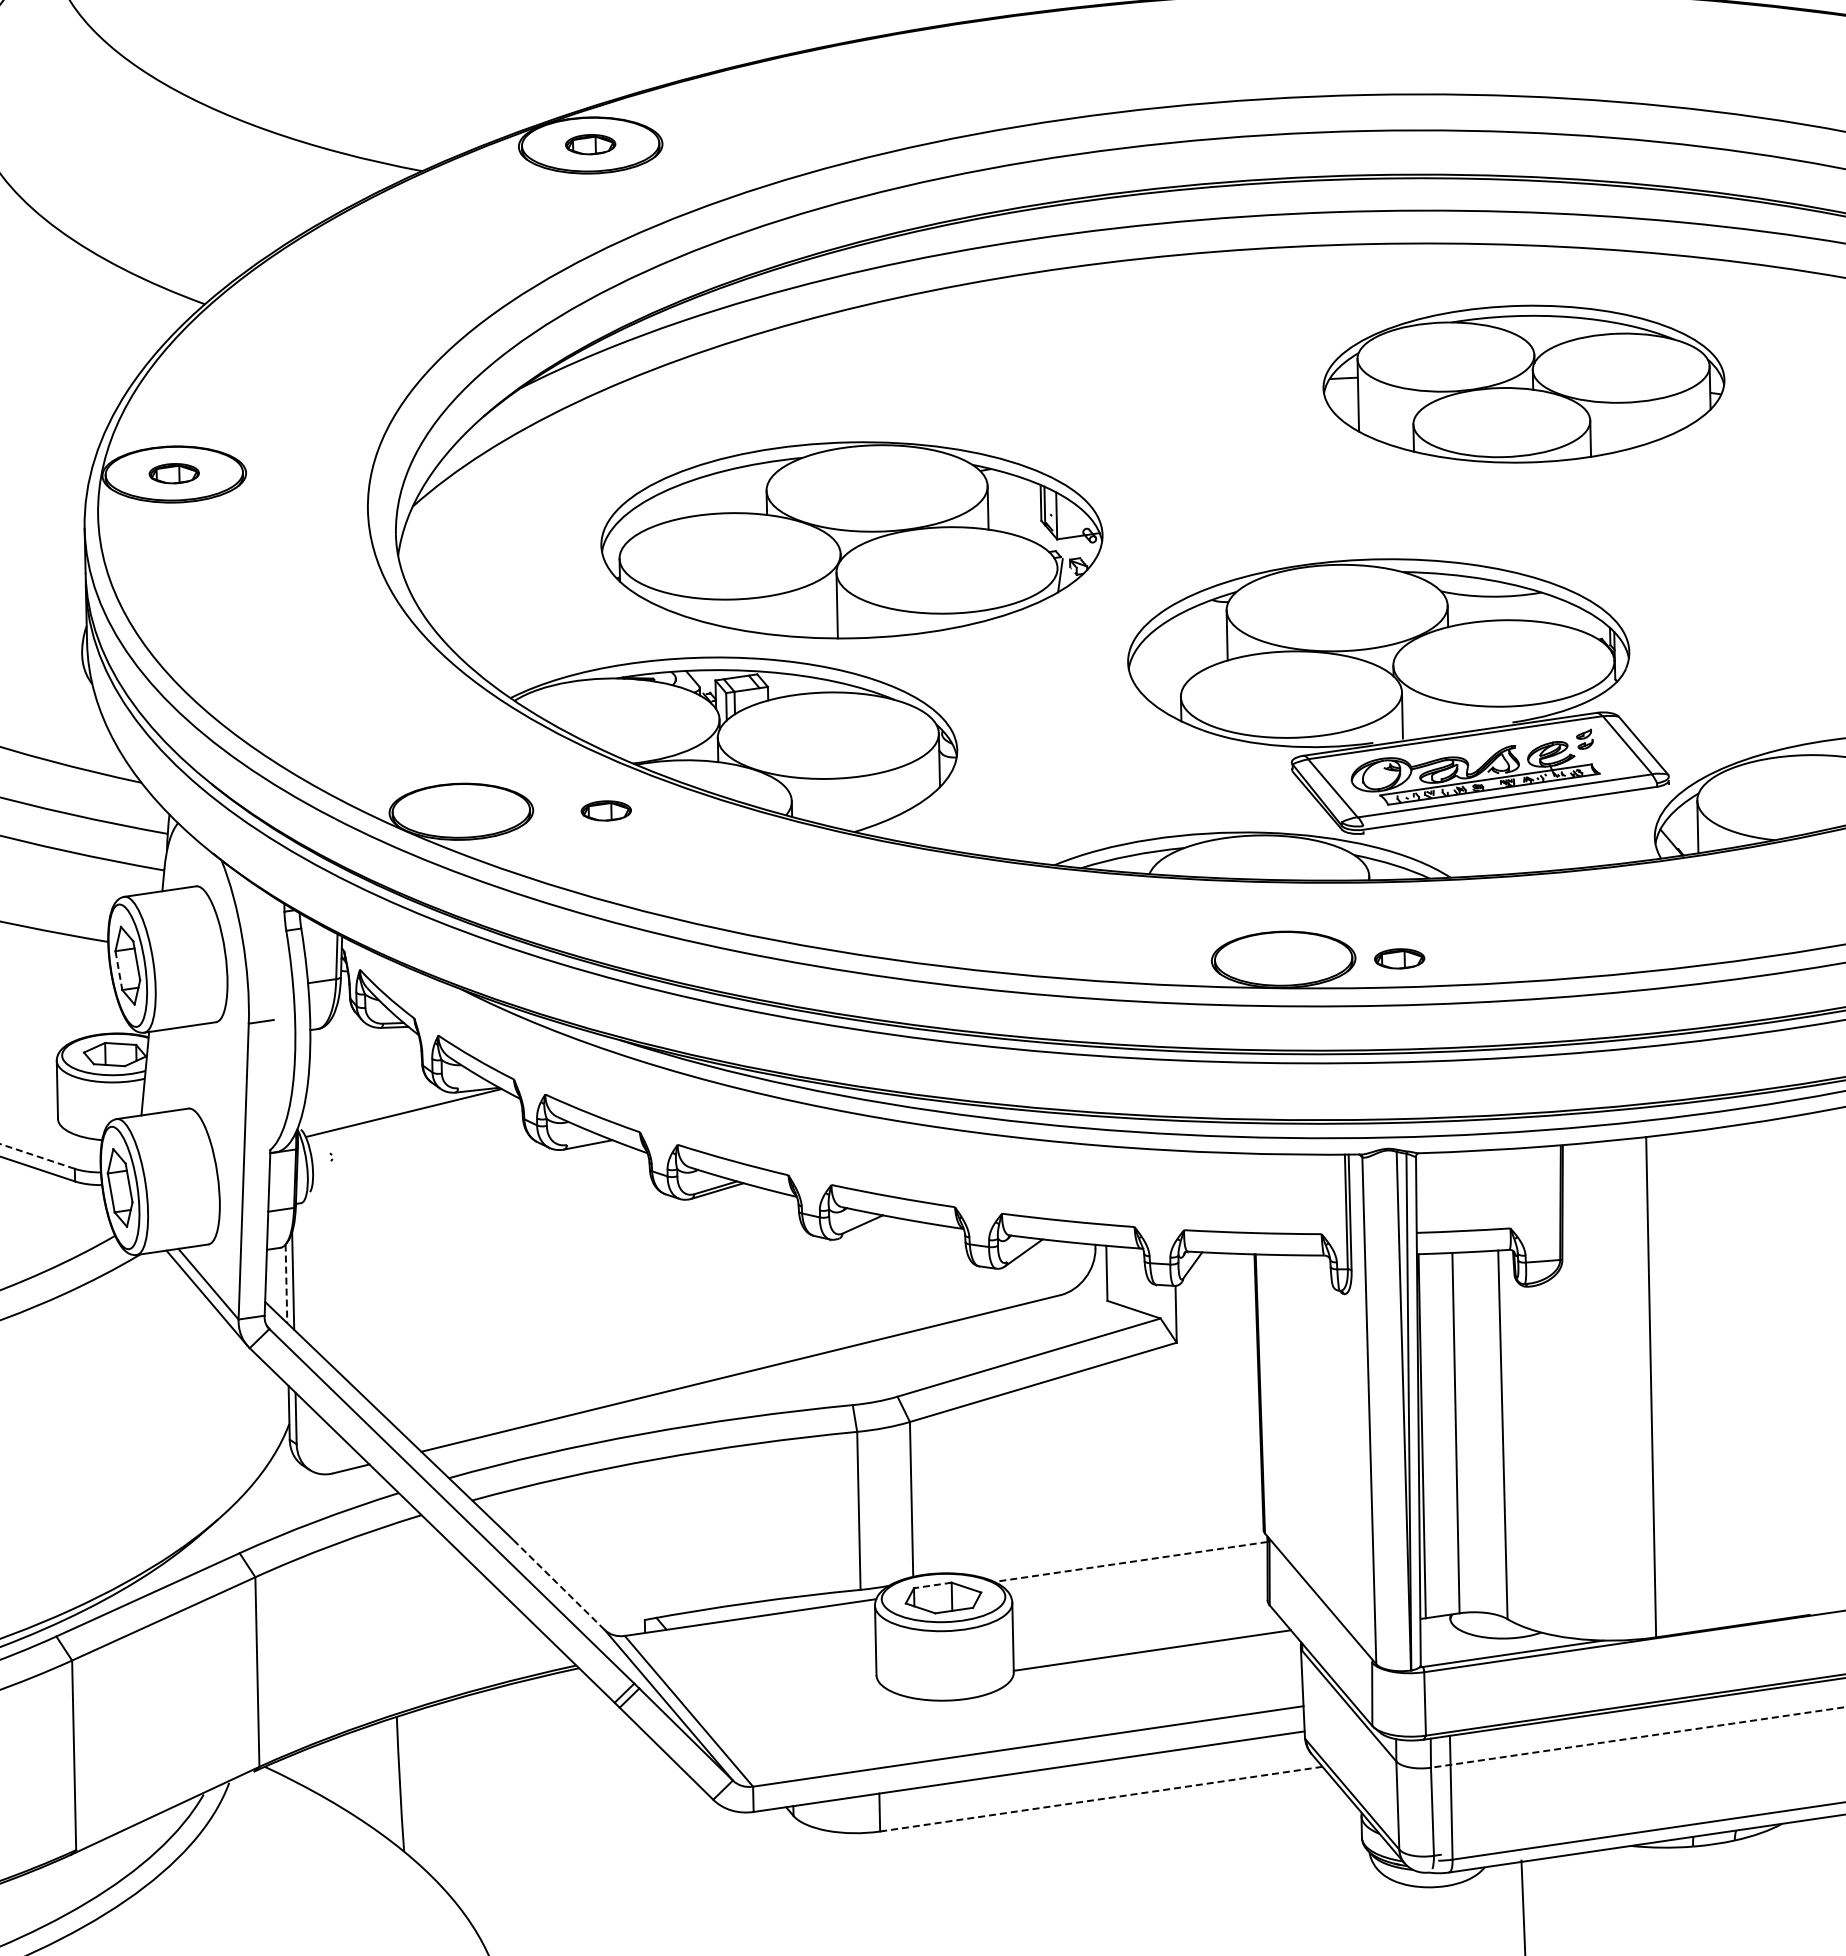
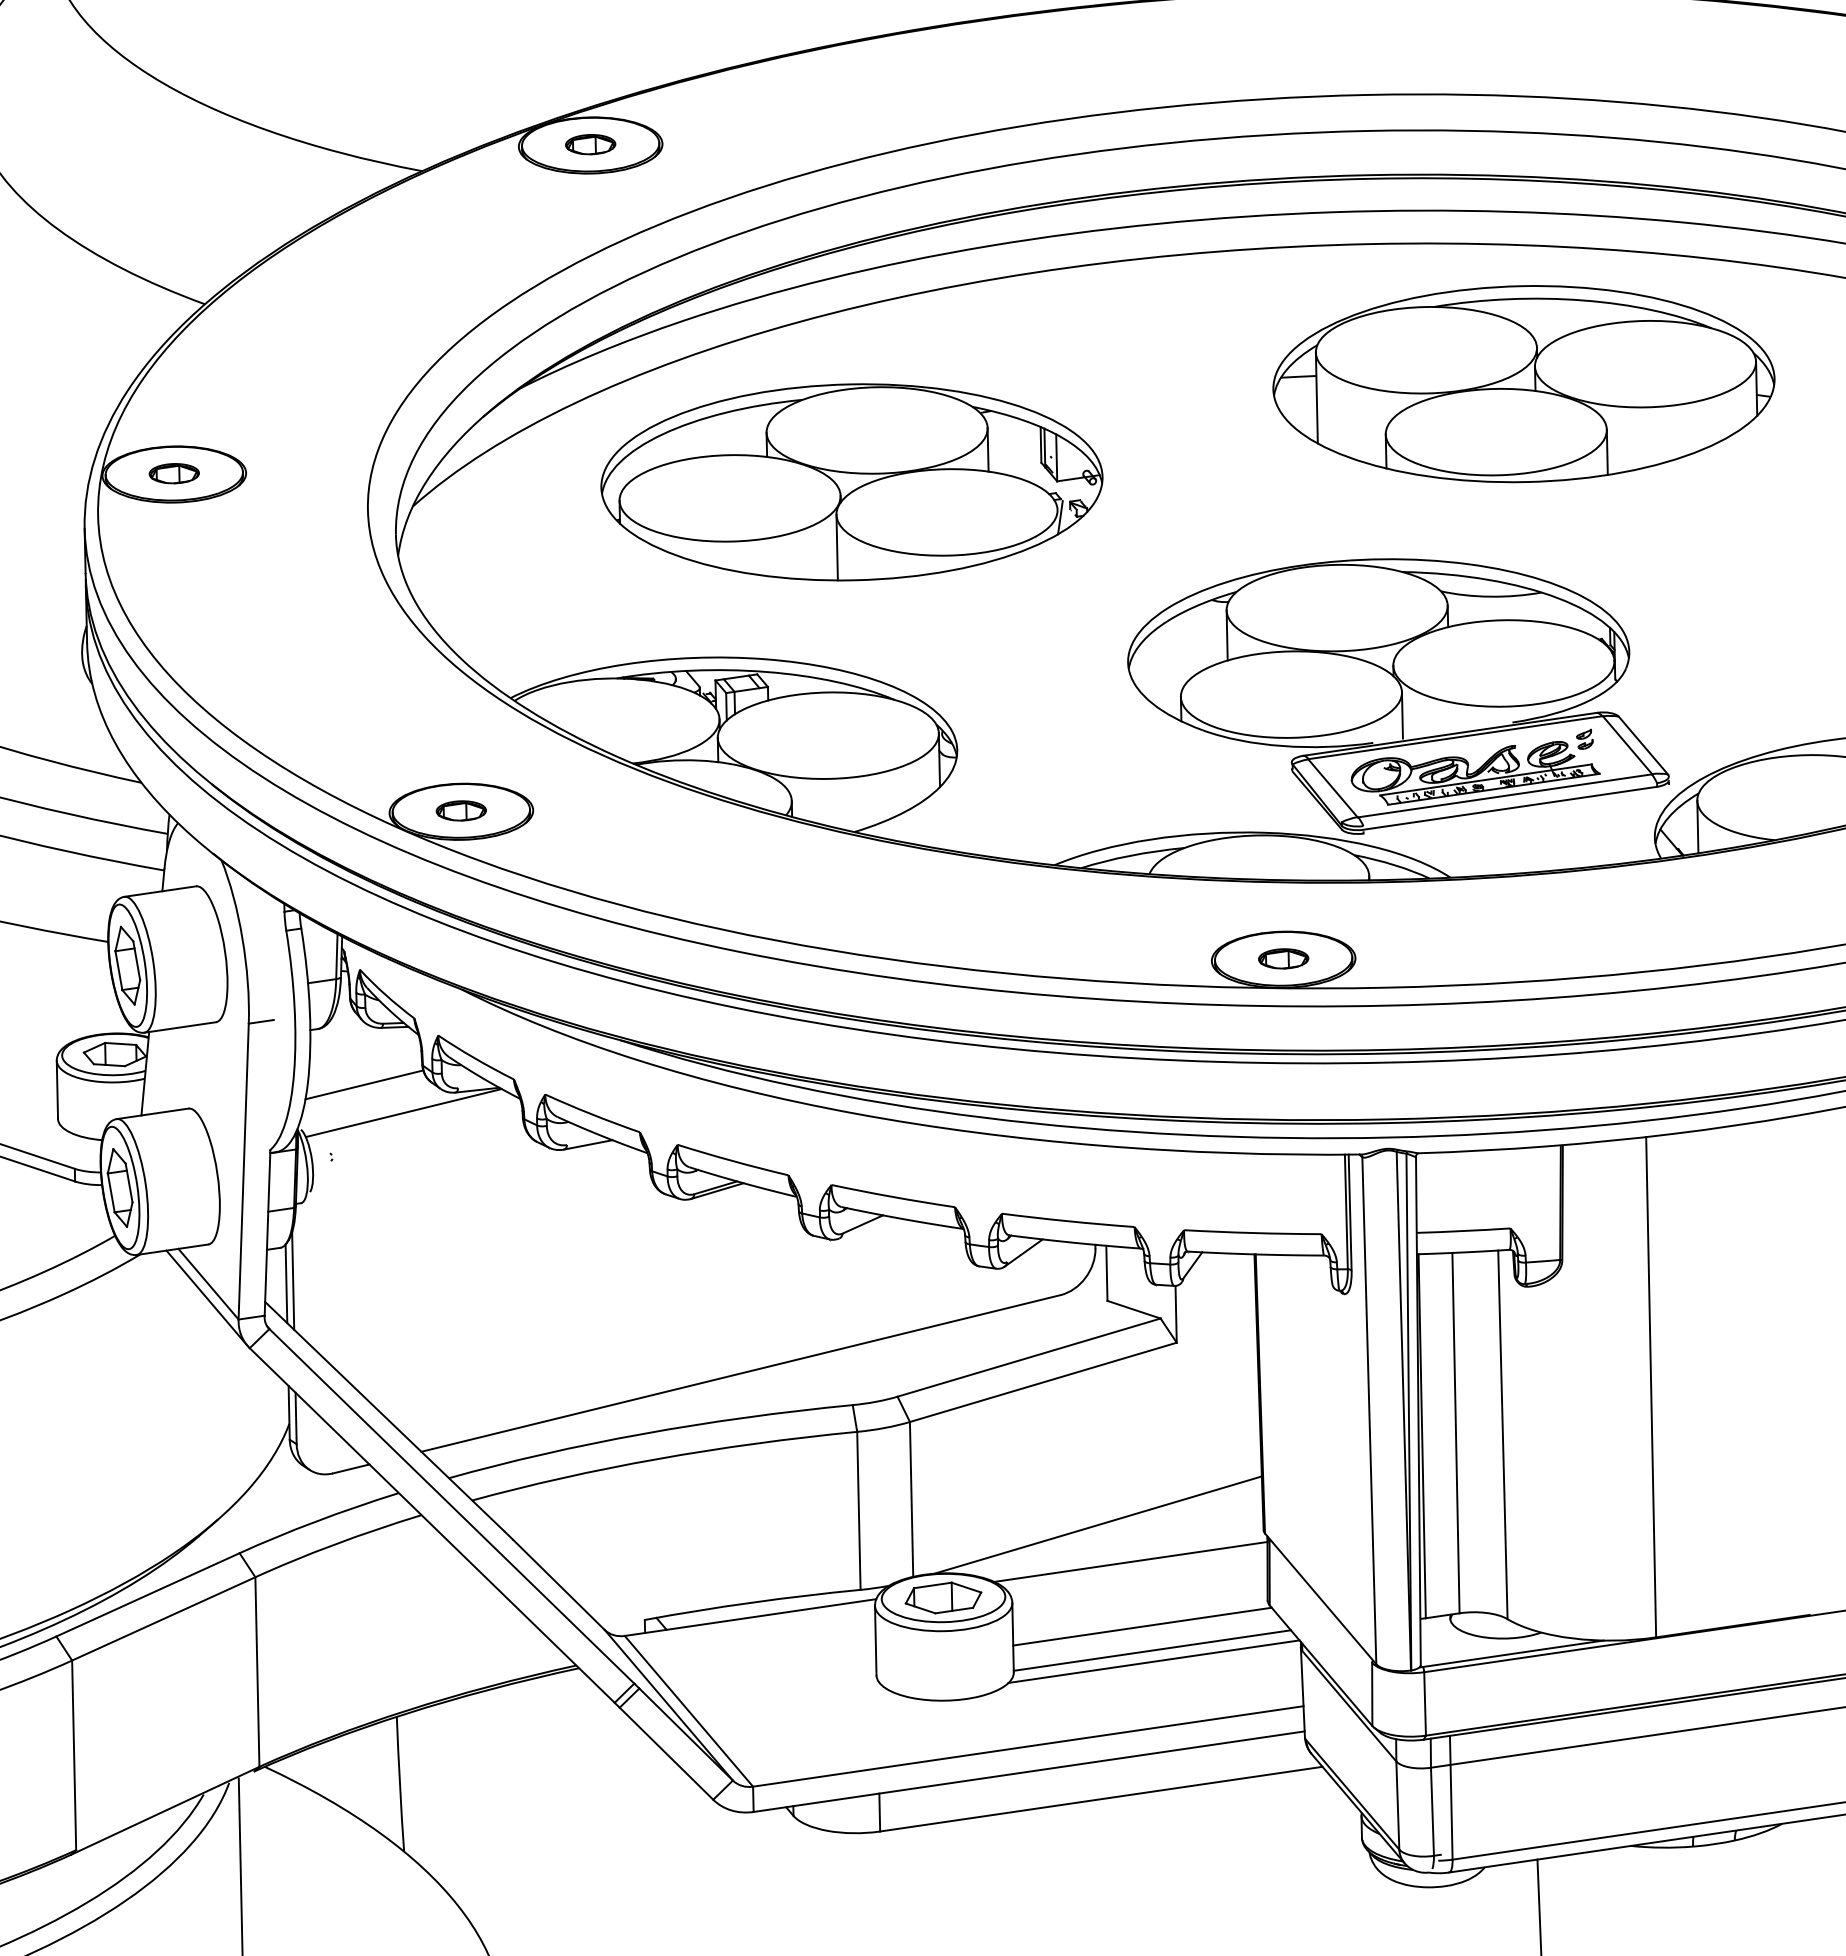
part at (1523, 383) size: 404x160 px -> 504x199 px
part at (851, 540) position: (851, 540) -> (851, 482)
part at (605, 810) position: (605, 810) -> (460, 810)
part at (1399, 958) position: (1399, 958) -> (1283, 958)
line at (118, 970): dashed -> solid
line at (364, 1084): none -> present
line at (37, 1156): dashed -> solid
line at (286, 1284): dashed -> solid
line at (1097, 1524): none -> present
line at (1130, 1562): dashed -> solid
line at (559, 1584): dashed -> solid
line at (932, 1585): dashed -> solid
line at (1142, 1626): none -> present
line at (1153, 1661): none -> present
line at (1637, 1737): dashed -> solid
line at (1101, 1799): dashed -> solid
line at (240, 1865): none -> present
line at (1523, 1906) position: (1523, 1906) -> (1539, 1905)
